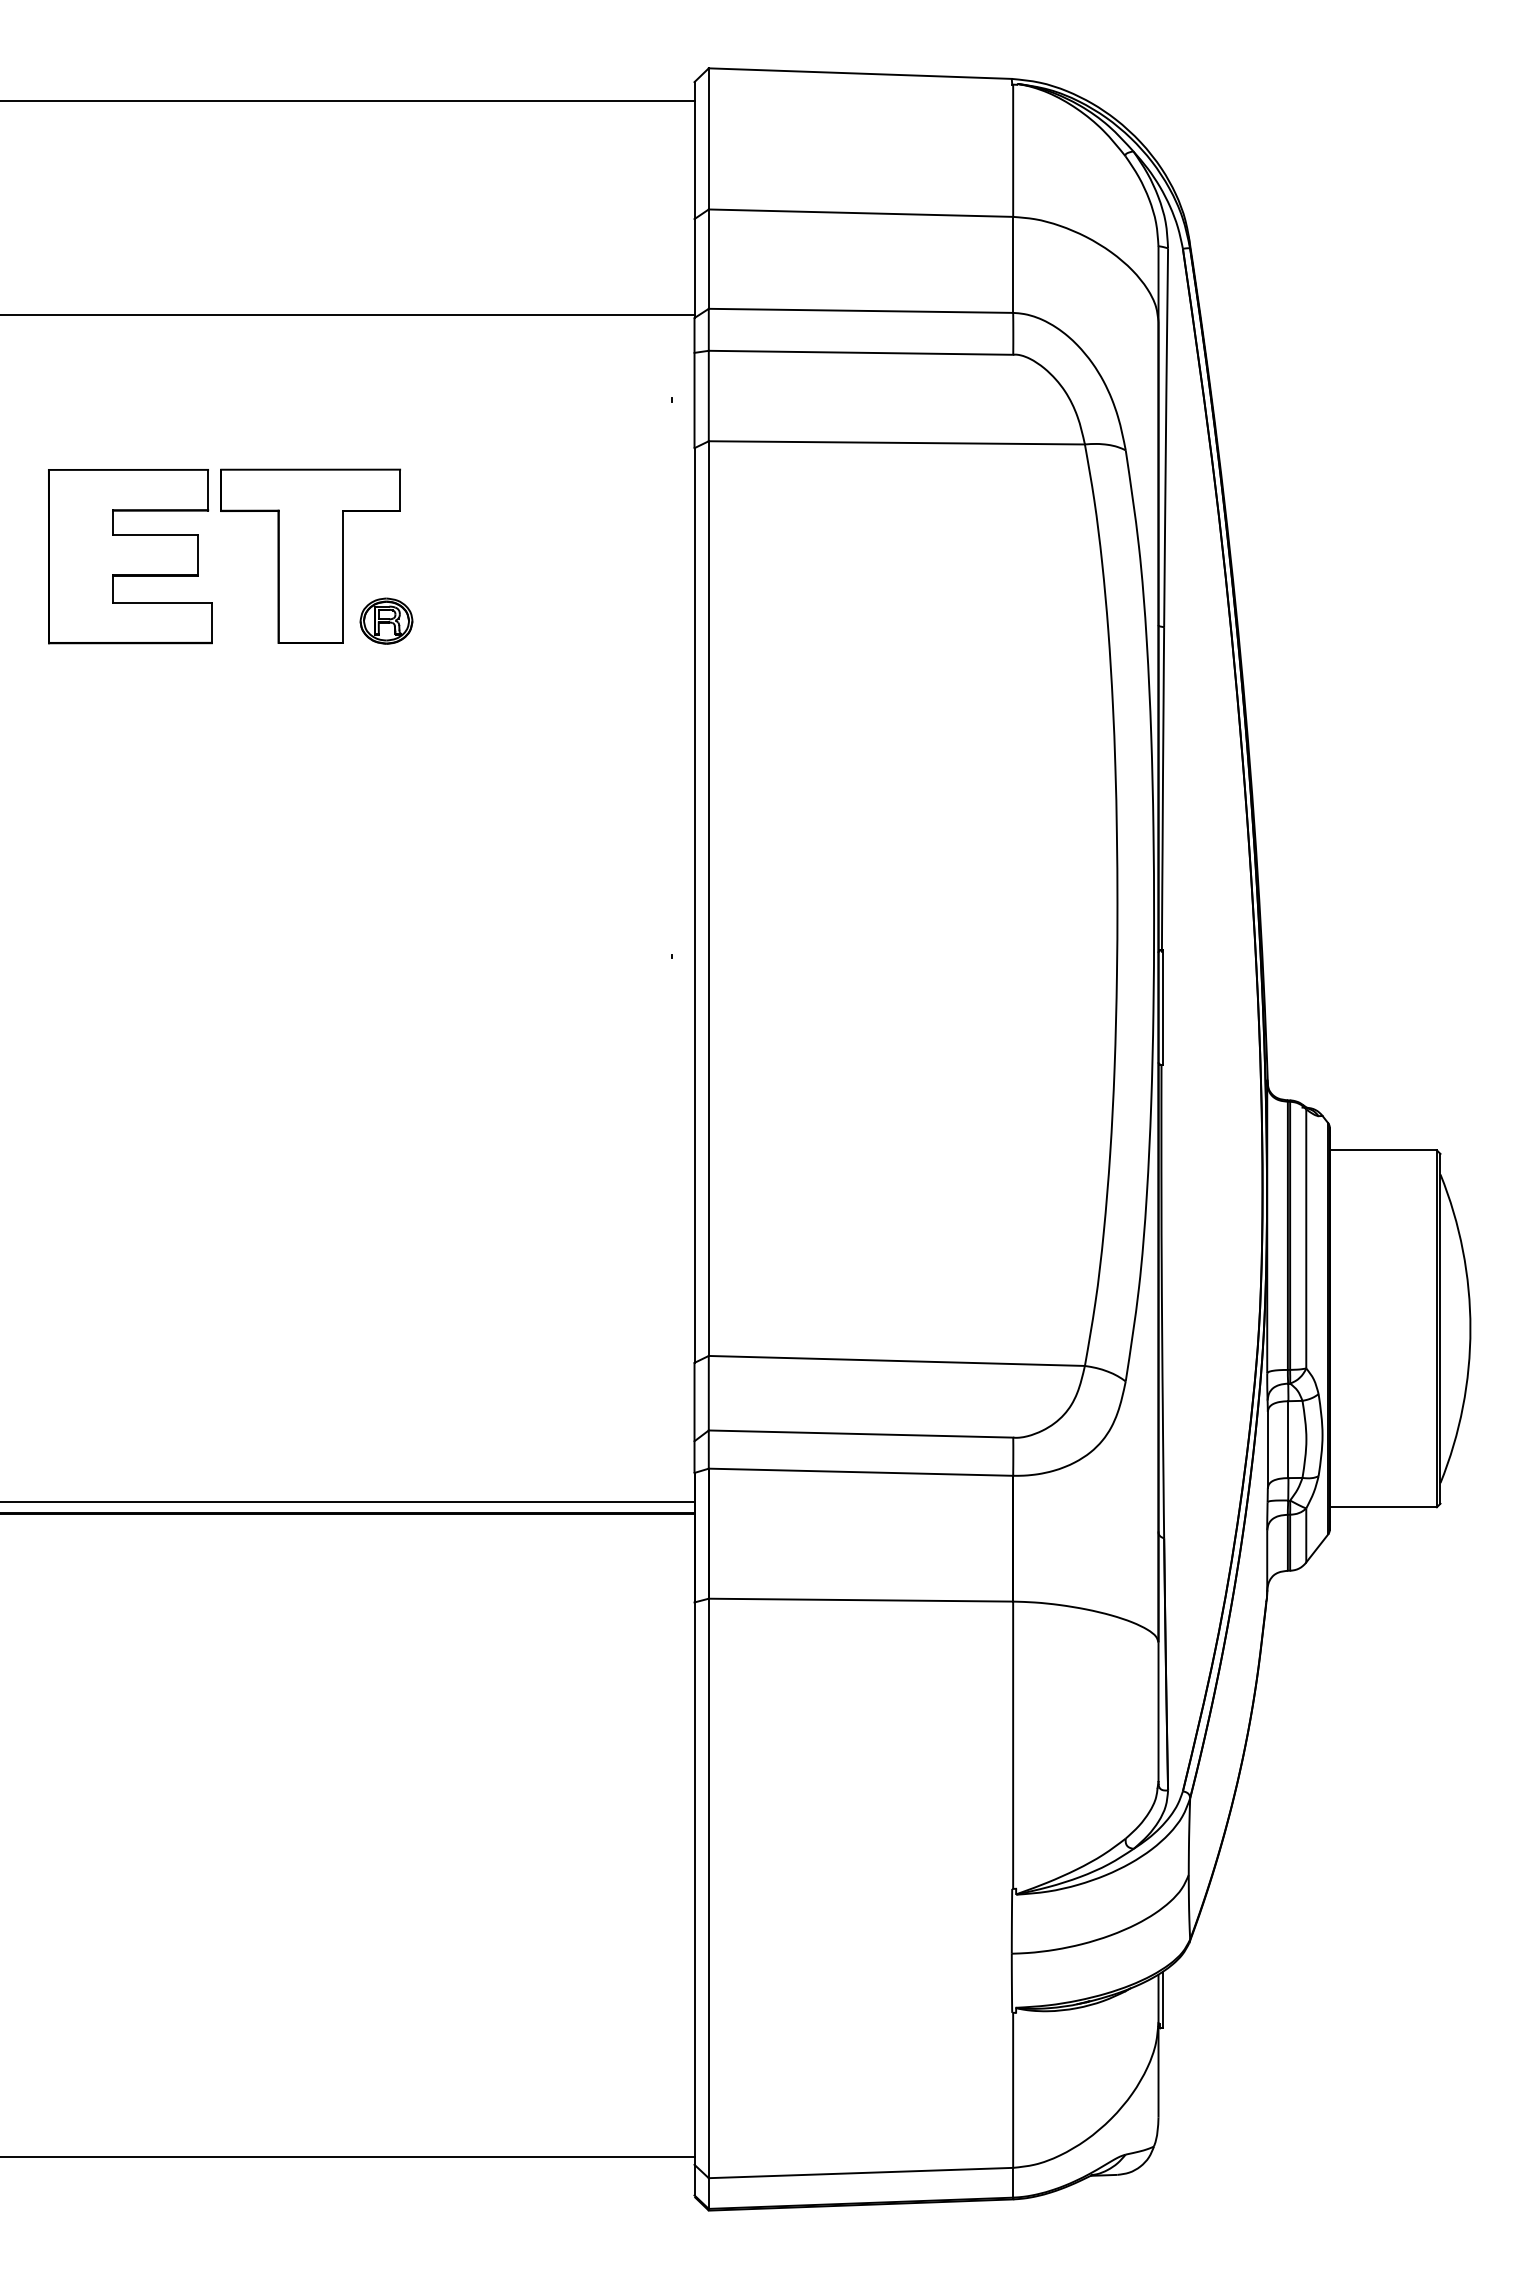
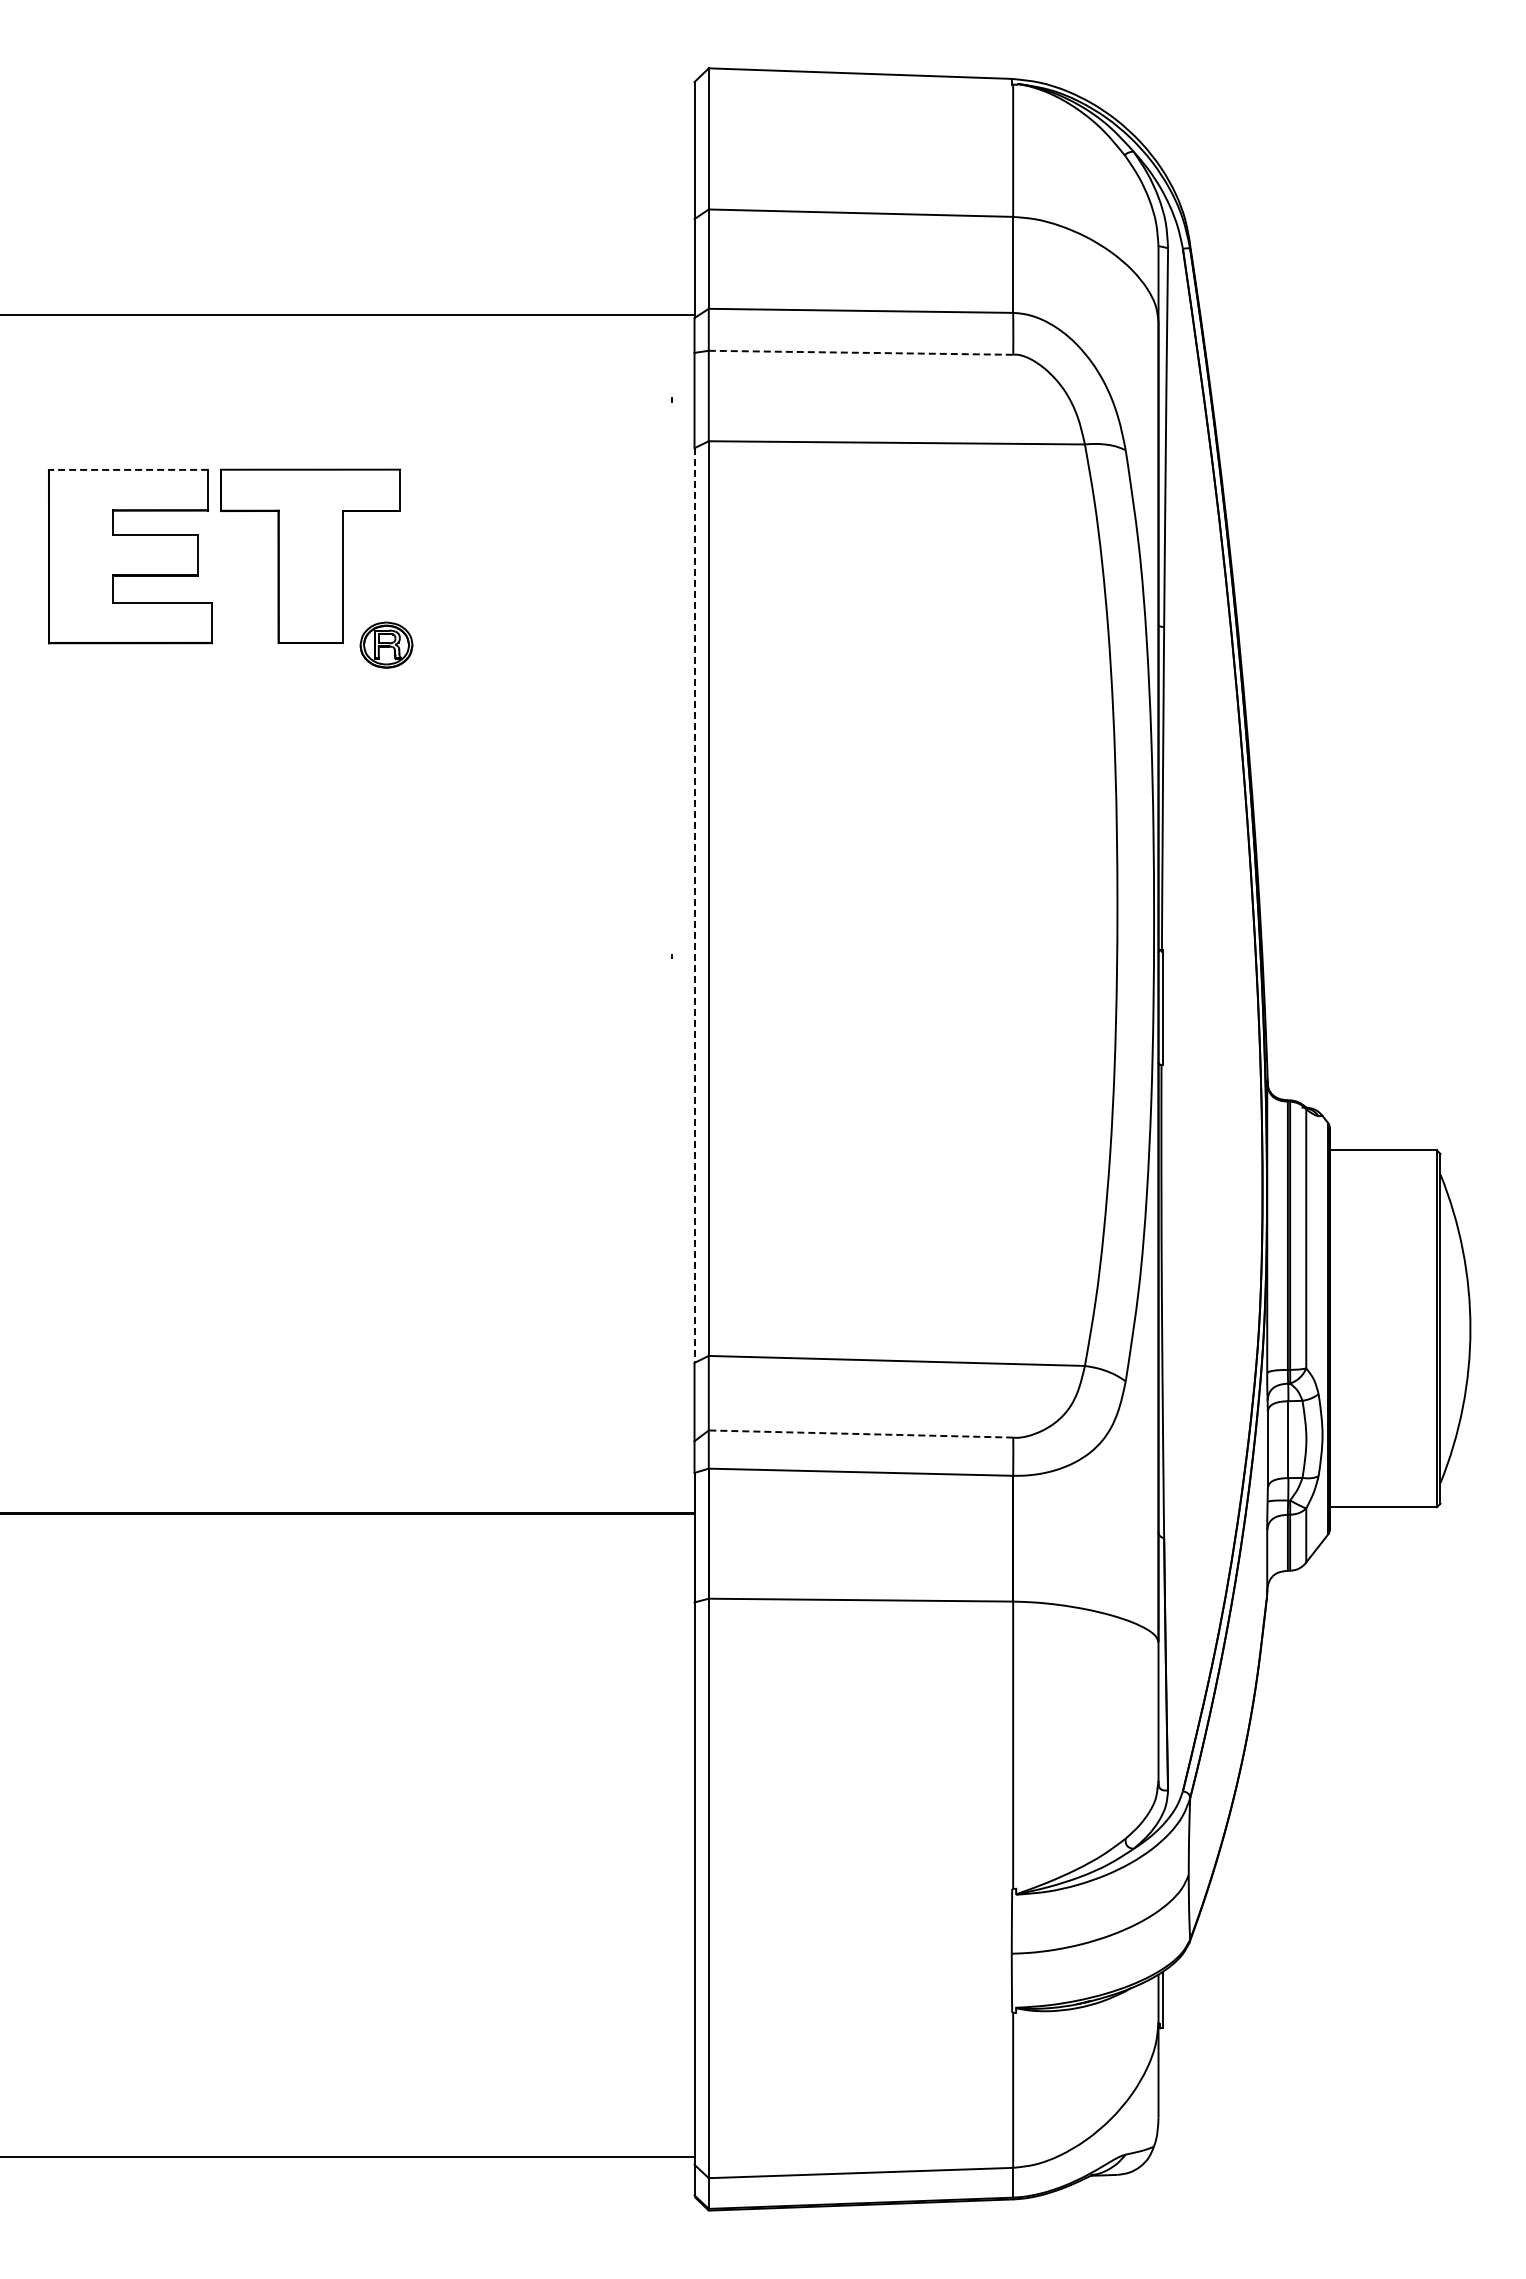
line at (348, 101): present -> none
line at (861, 352): solid -> dashed
line at (128, 469): solid -> dashed
part at (386, 620) position: (386, 620) -> (386, 644)
line at (694, 906): solid -> dashed
line at (860, 1434): solid -> dashed
line at (348, 1502): present -> none
